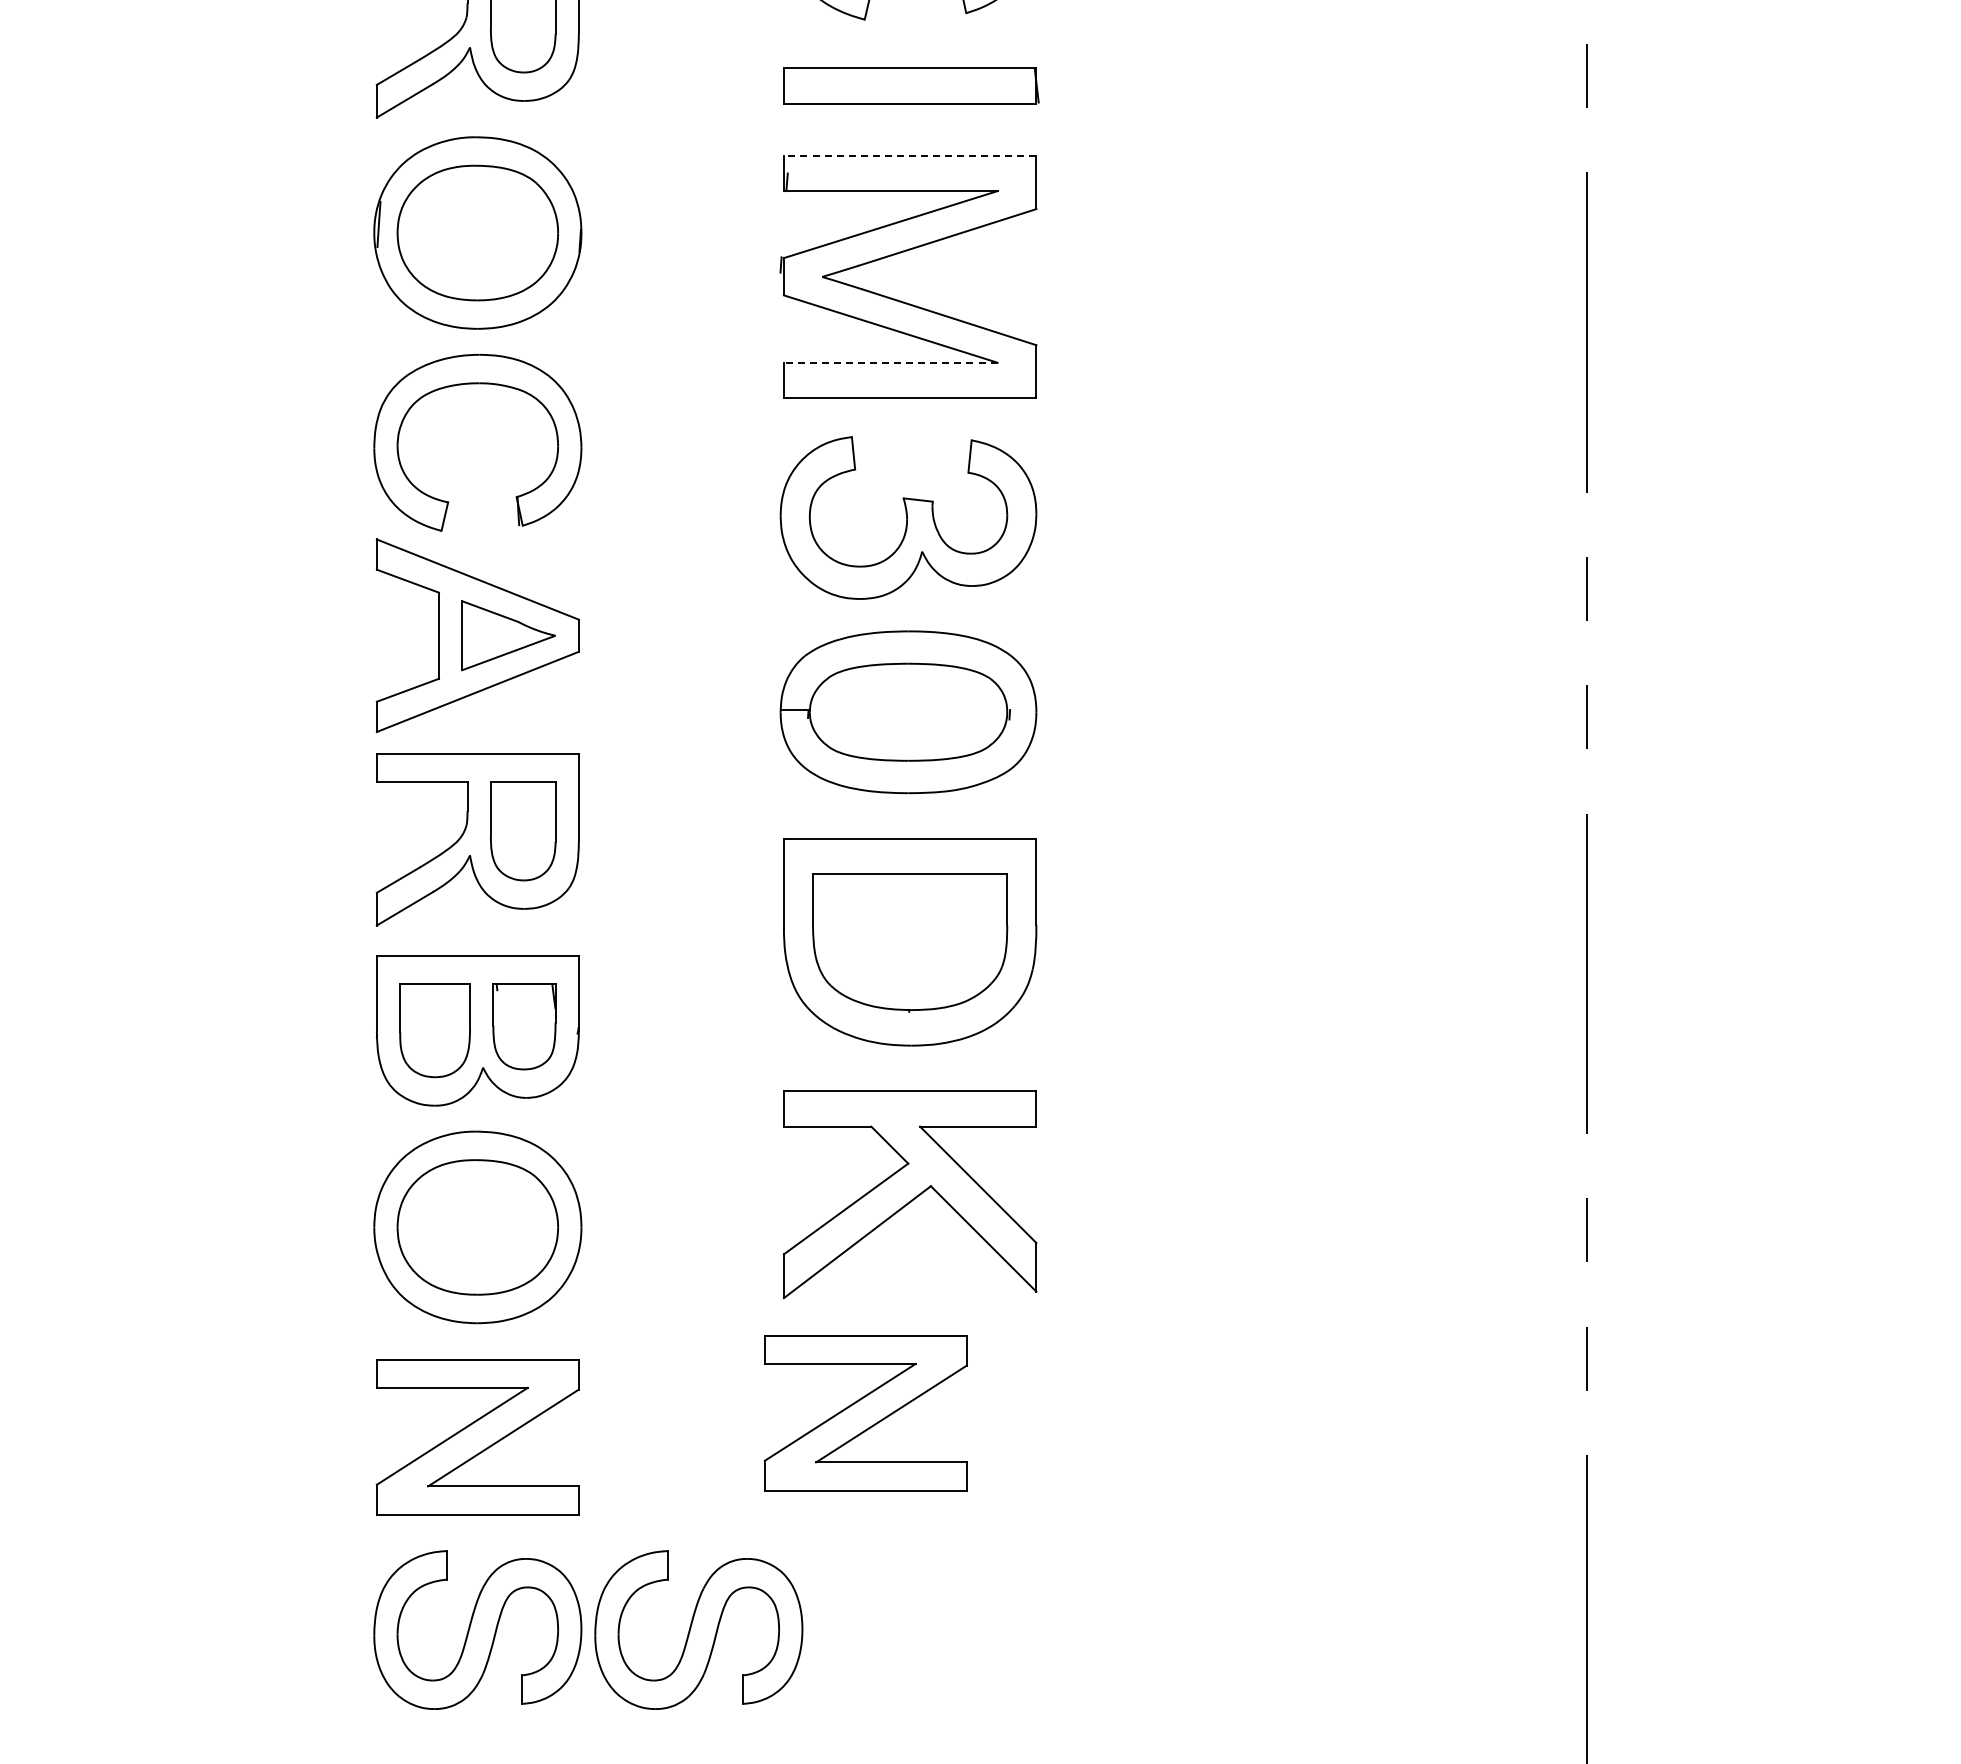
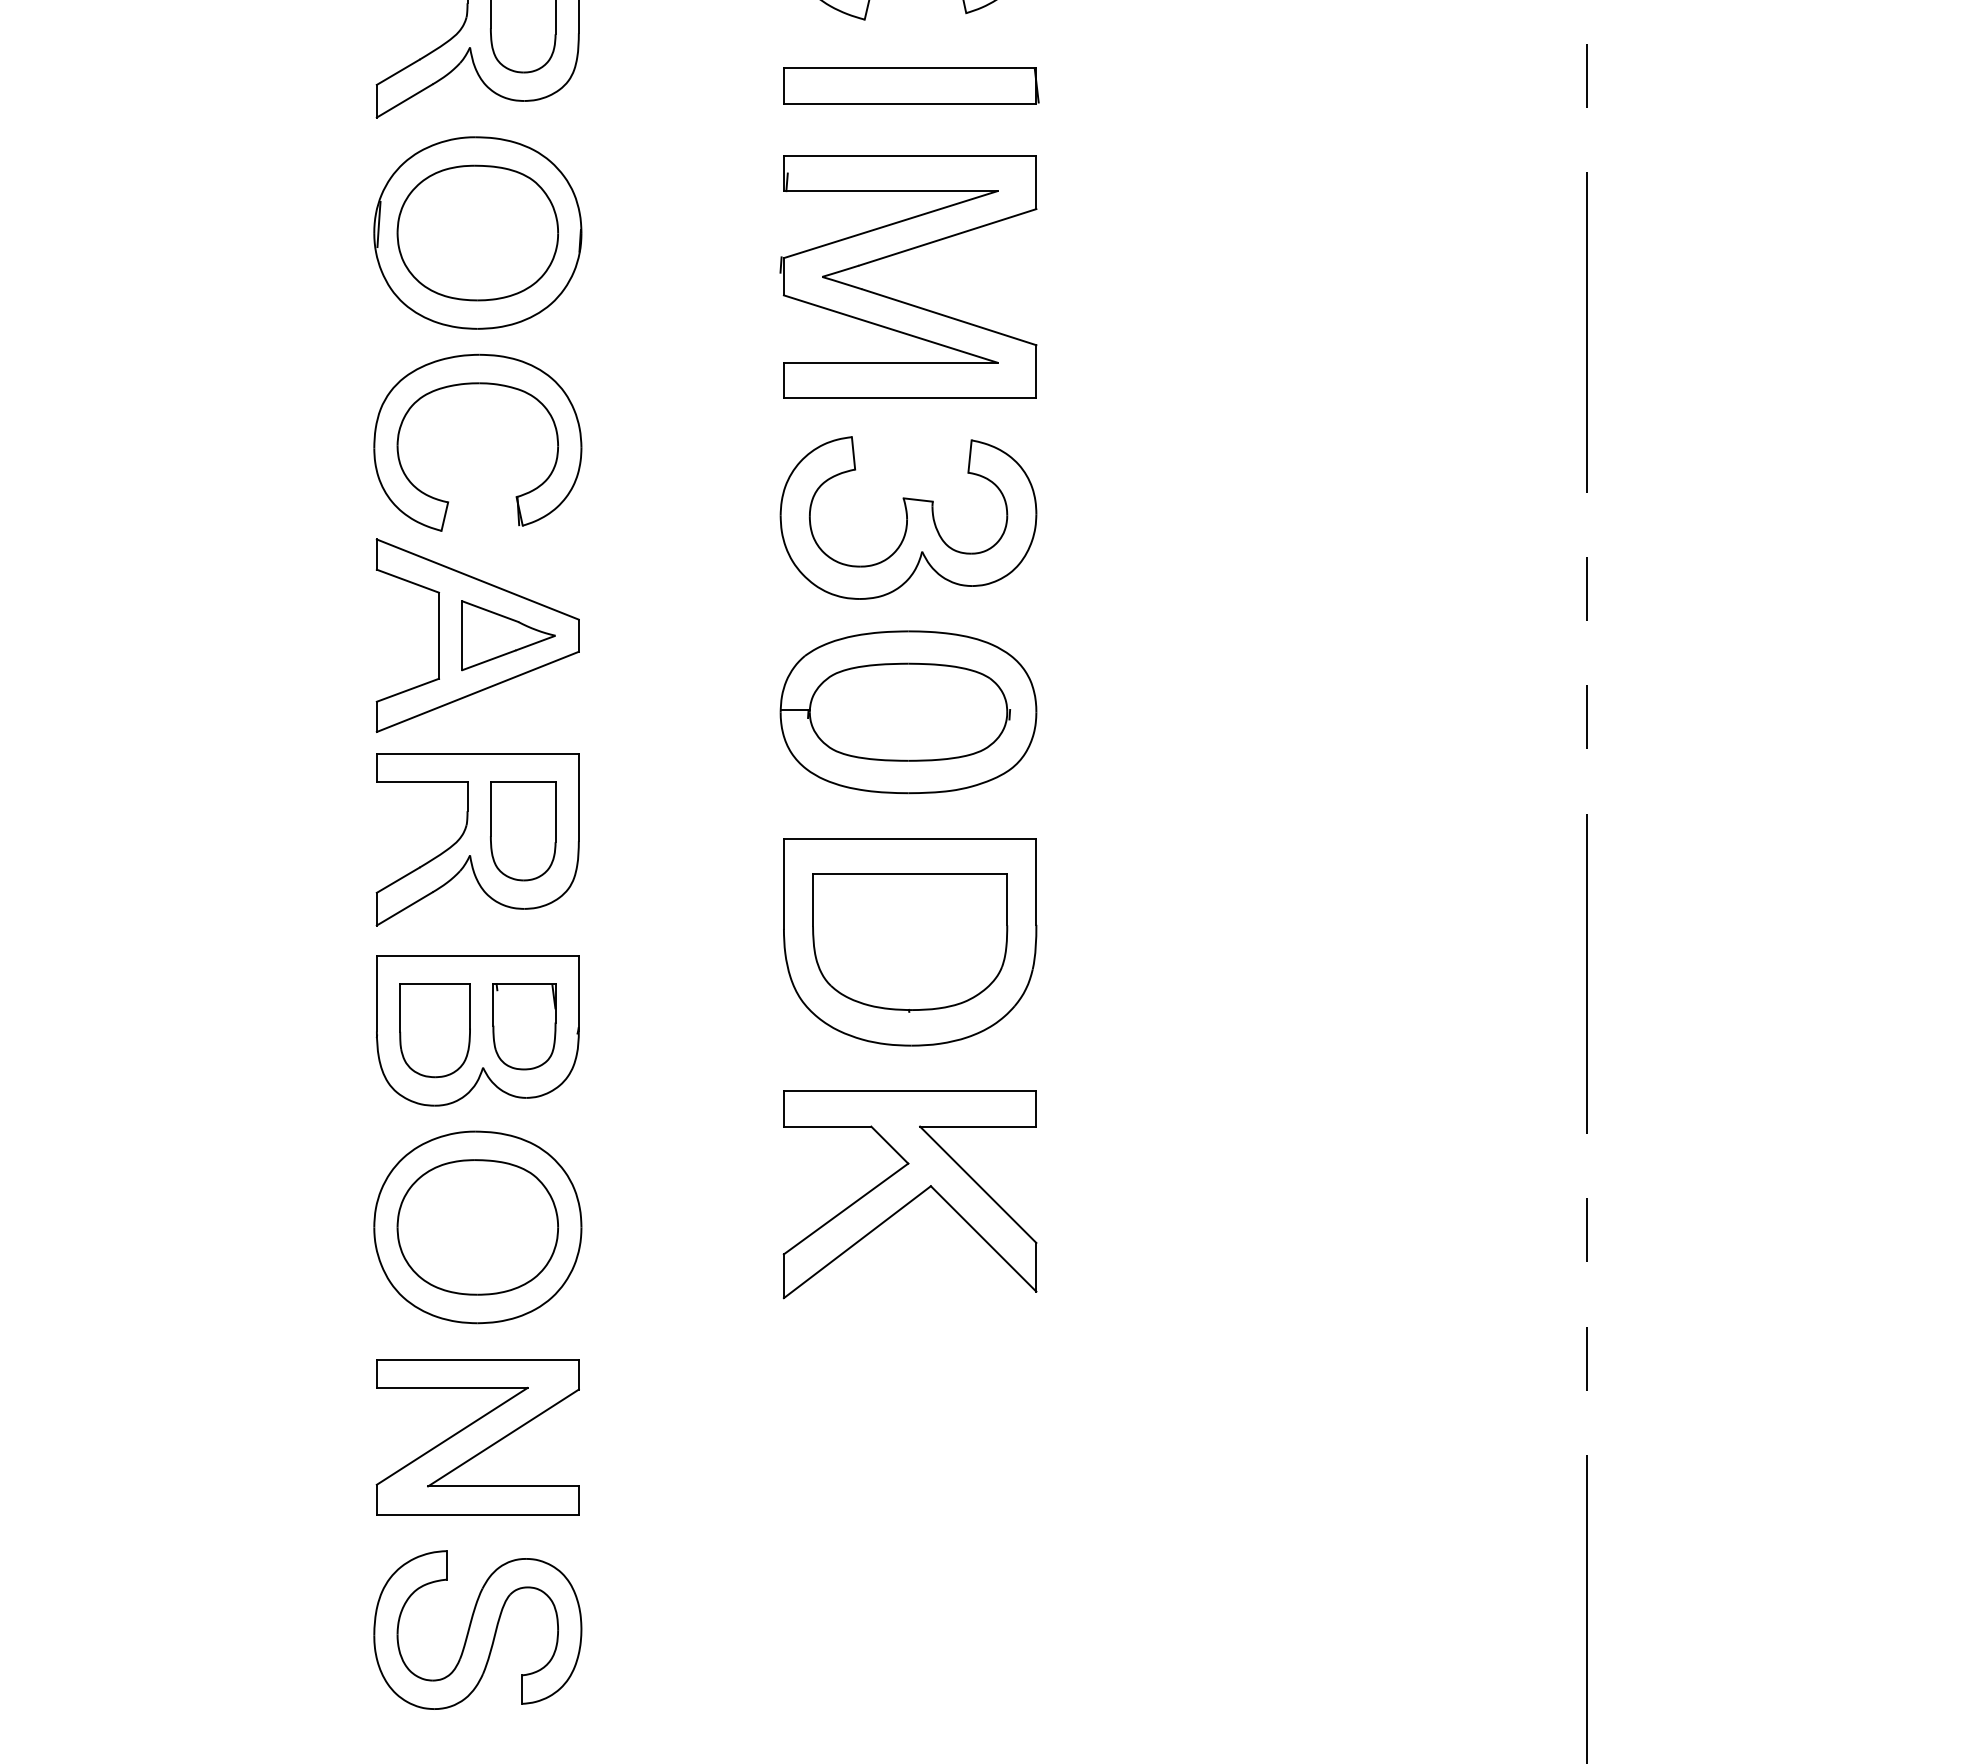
line at (909, 155): dashed -> solid
line at (890, 362): dashed -> solid
part at (865, 1413): present -> none
part at (698, 1629): present -> none
